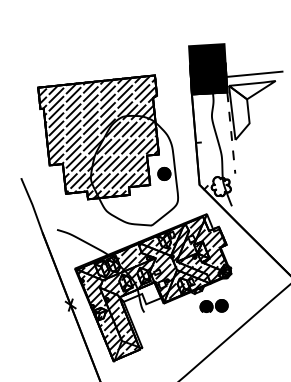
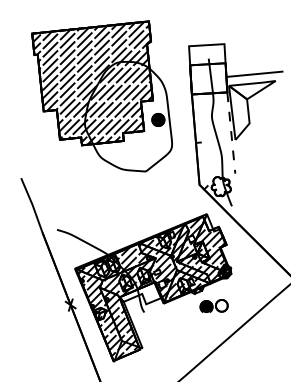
fill at (208, 69): present -> none
part at (107, 150) position: (107, 150) -> (101, 96)
fill at (221, 305): present -> none
